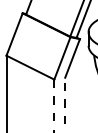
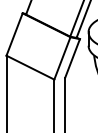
line at (65, 104): dashed -> solid
line at (54, 106): dashed -> solid
